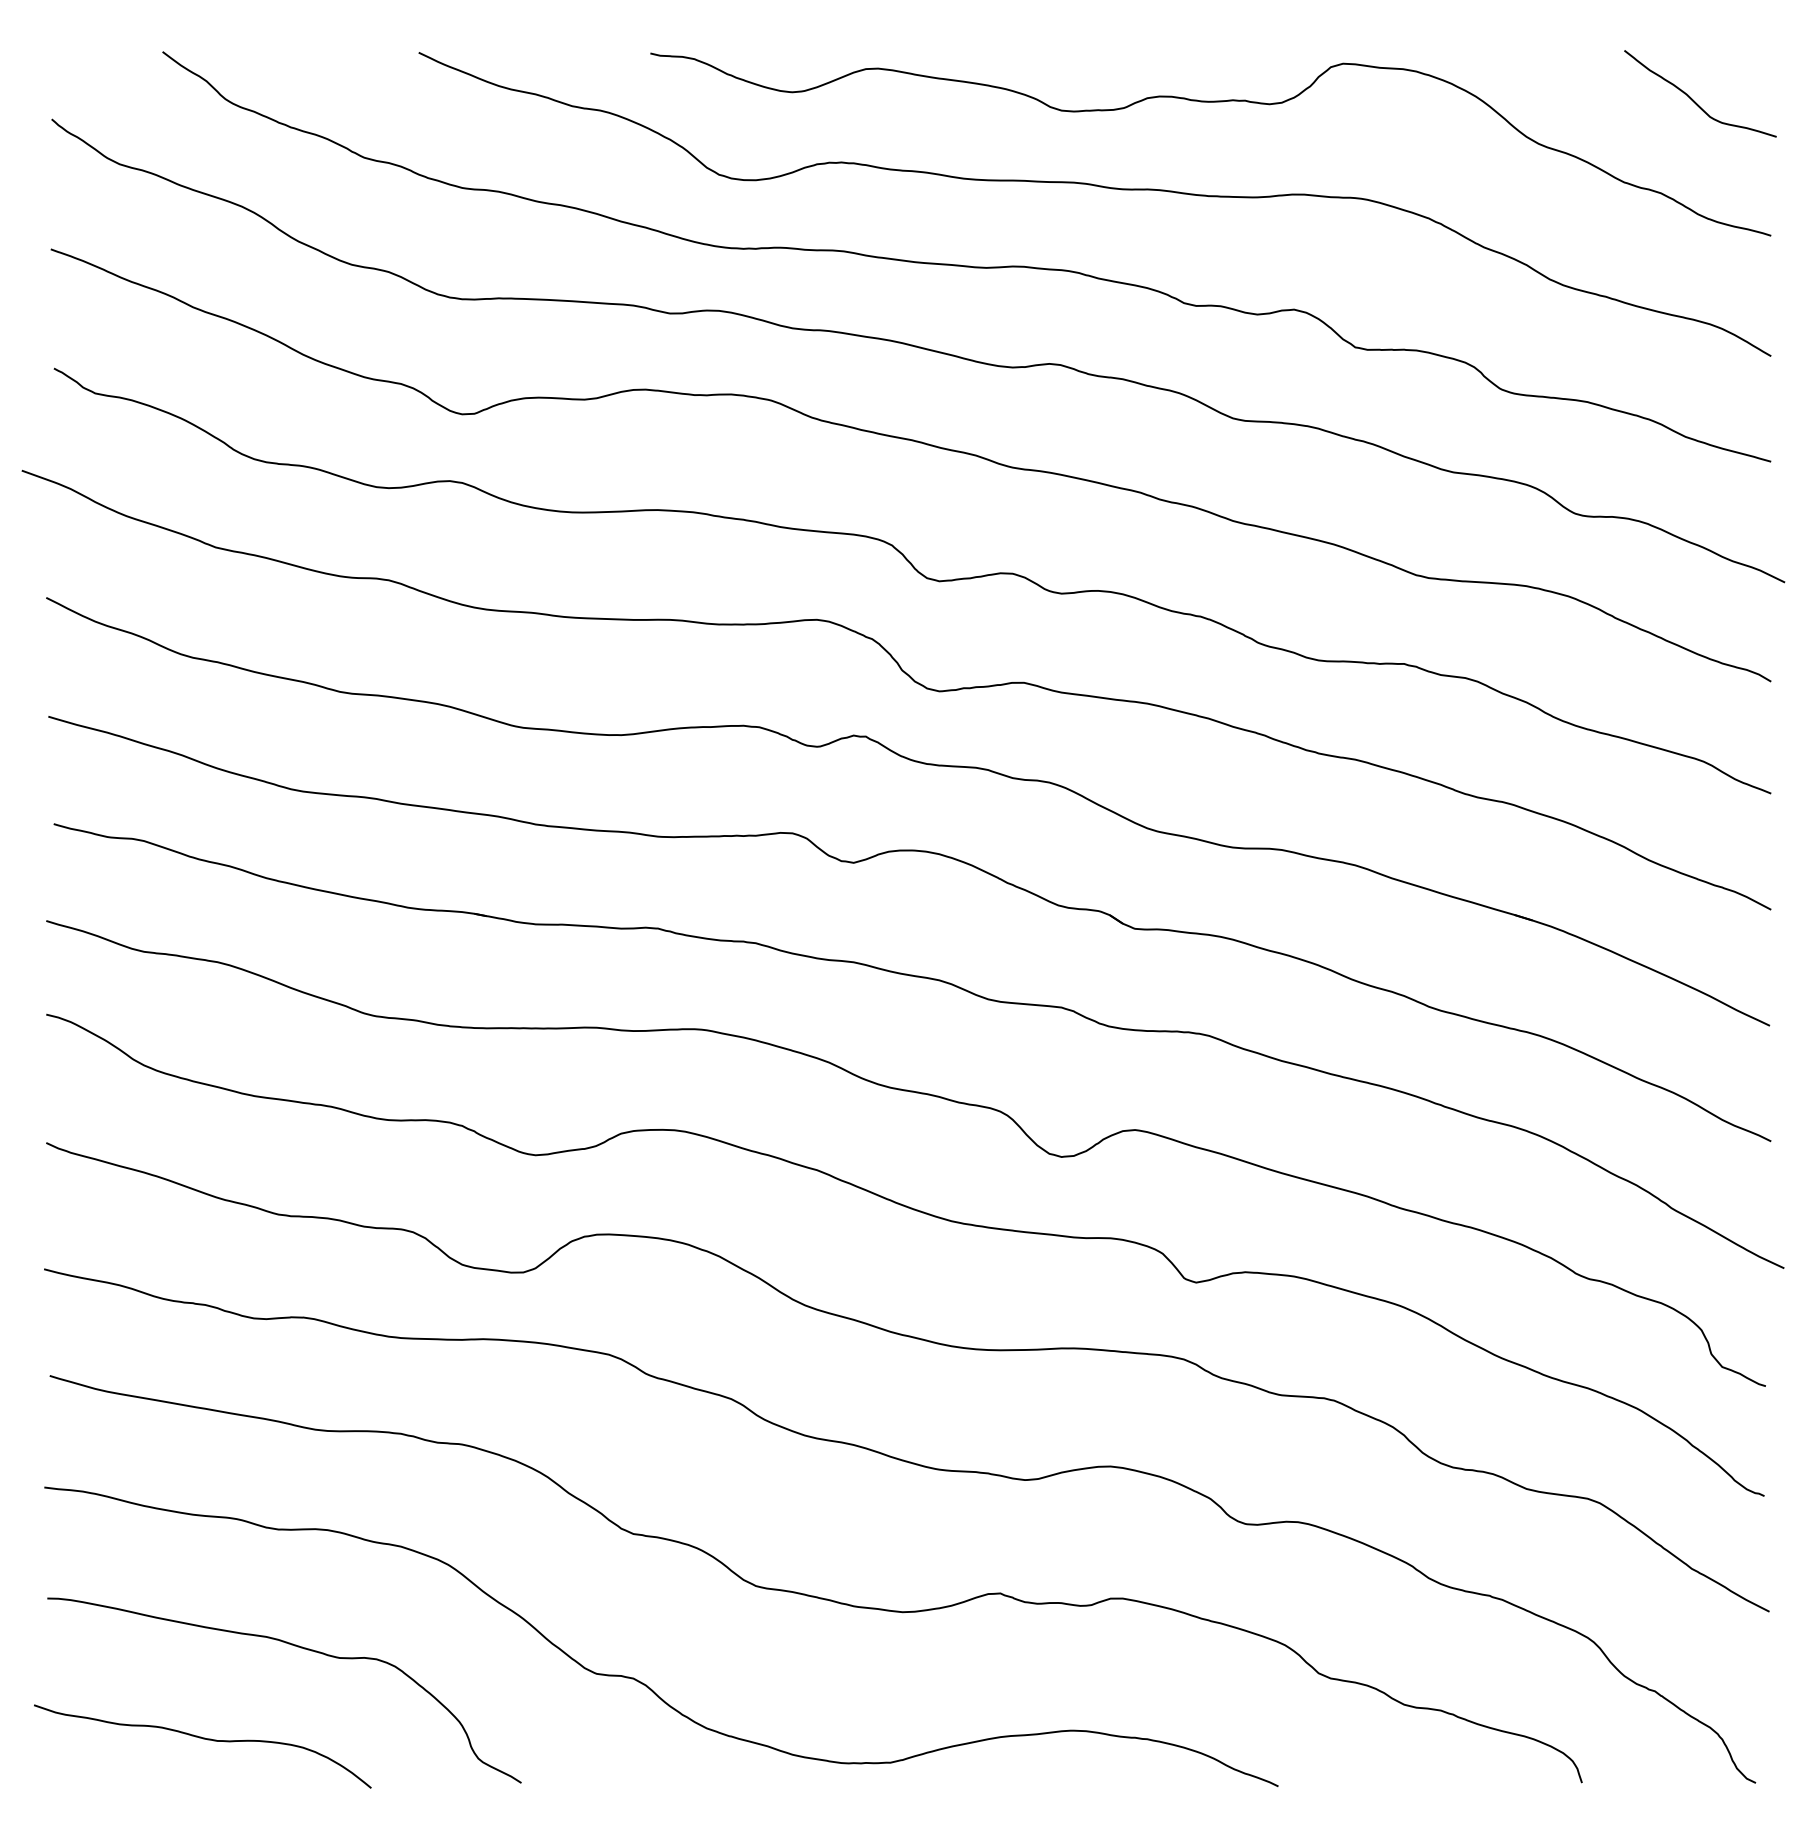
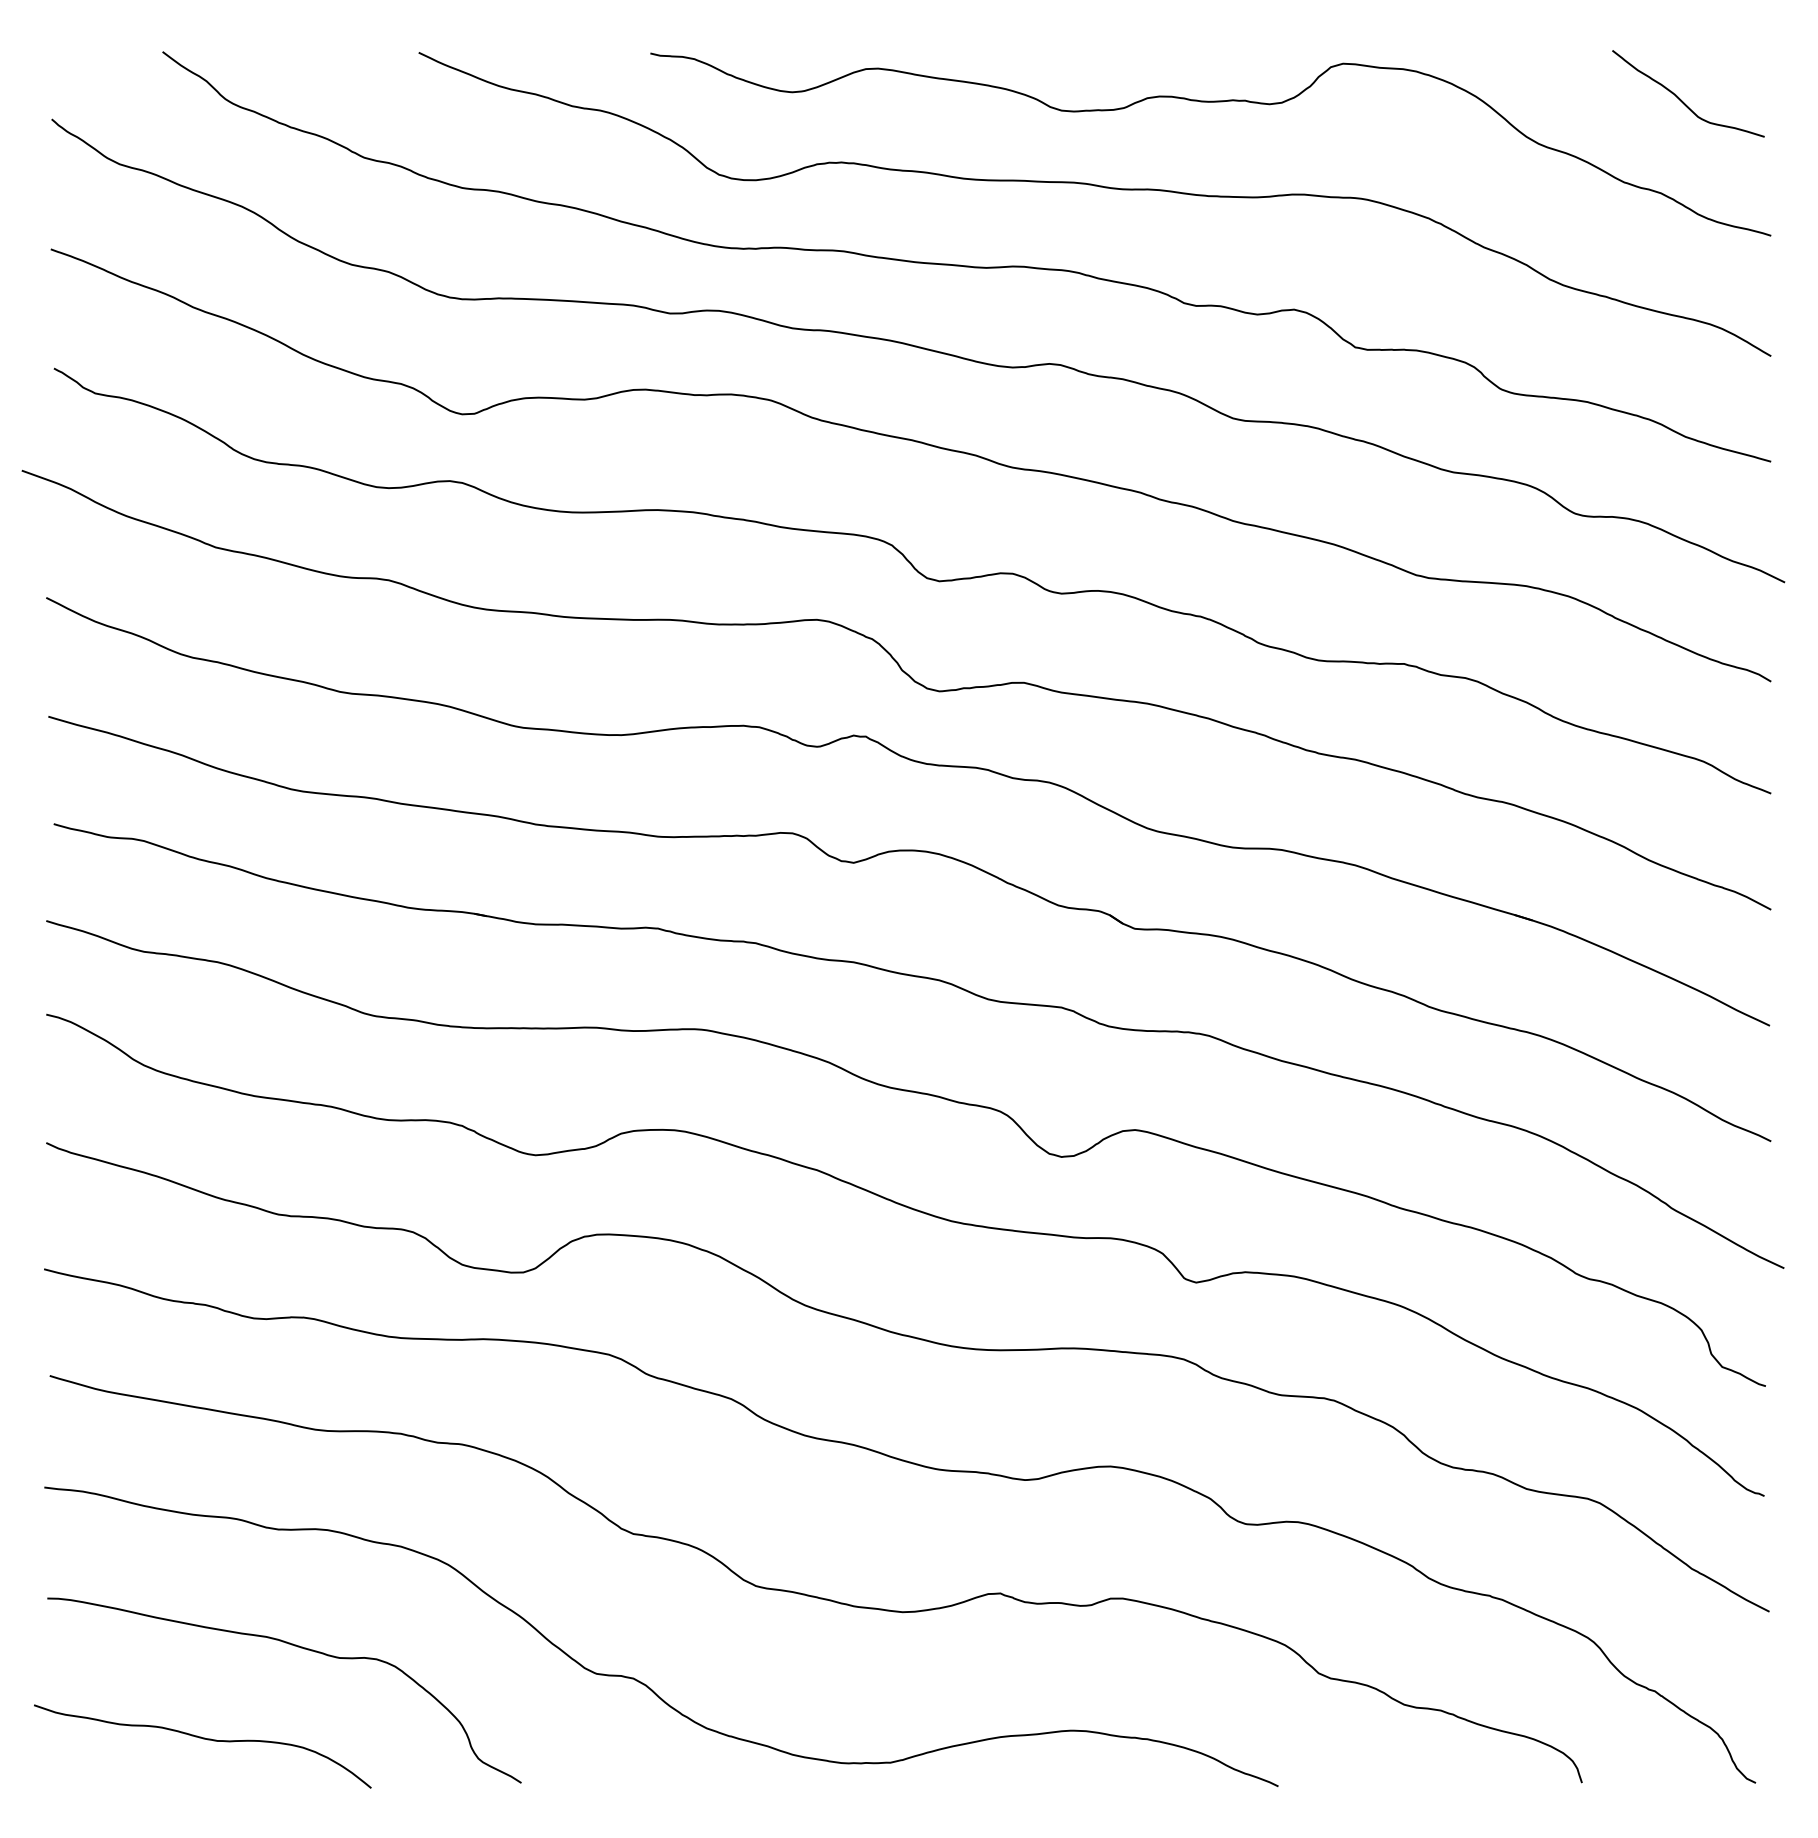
curve at (1693, 99) position: (1693, 99) -> (1681, 99)
